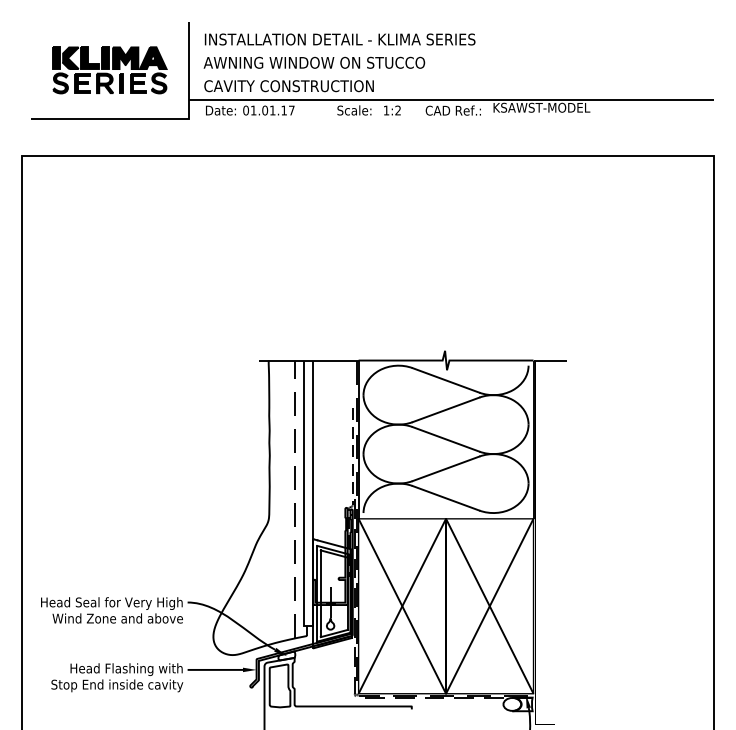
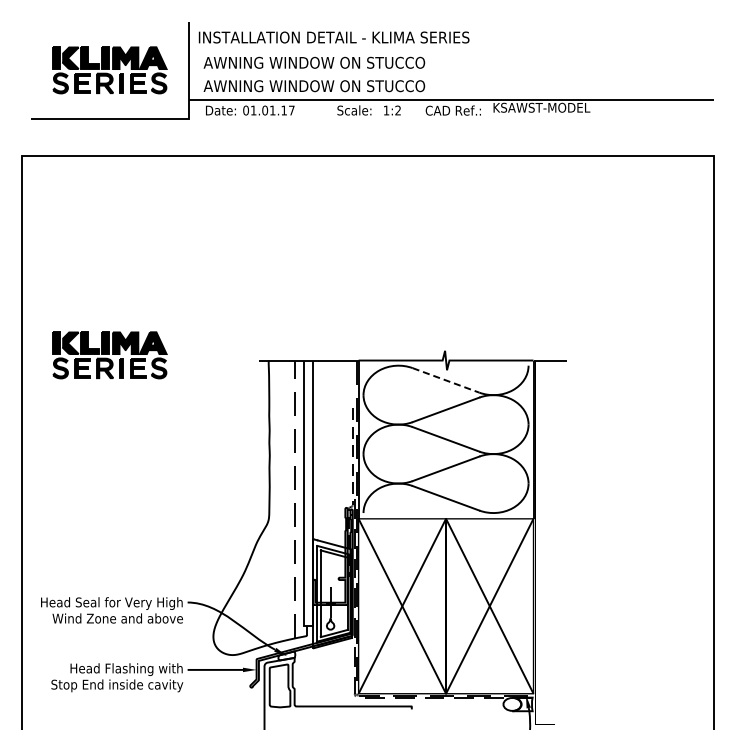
text at (339, 39) position: (339, 39) -> (333, 37)
text at (314, 86): CAVITY CONSTRUCTION -> AWNING WINDOW ON STUCCO
part at (109, 355): none -> present
line at (446, 380): solid -> dashed
